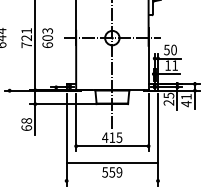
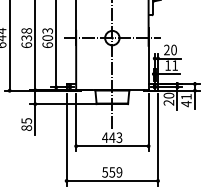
text at (26, 38): 721 -> 638
line at (56, 44): none -> present
line at (9, 46): none -> present
text at (166, 49): 50 -> 20
text at (168, 95): 25 -> 20
text at (26, 124): 68 -> 85
text at (115, 137): 415 -> 443
line at (112, 162) position: (112, 162) -> (112, 180)
